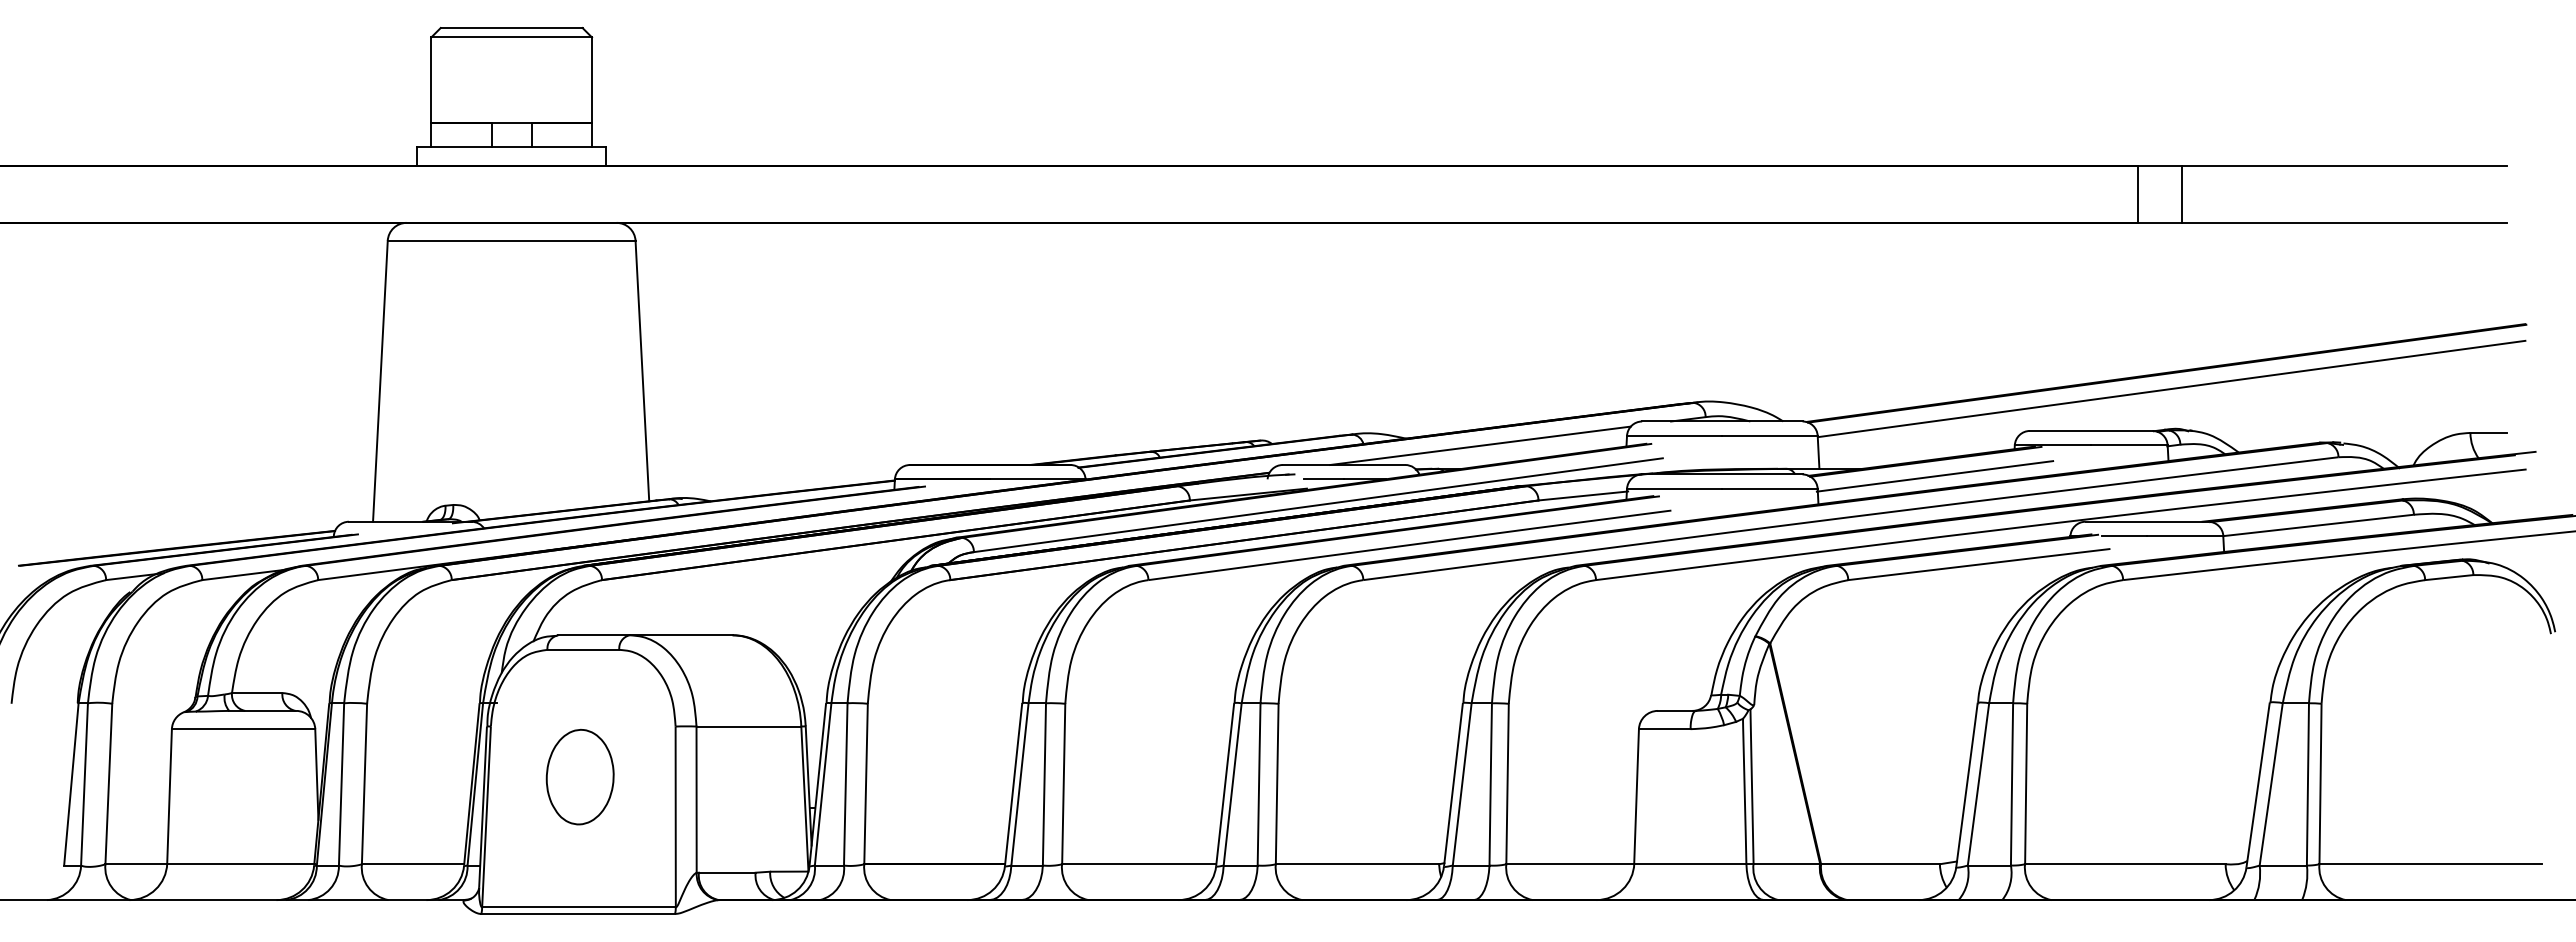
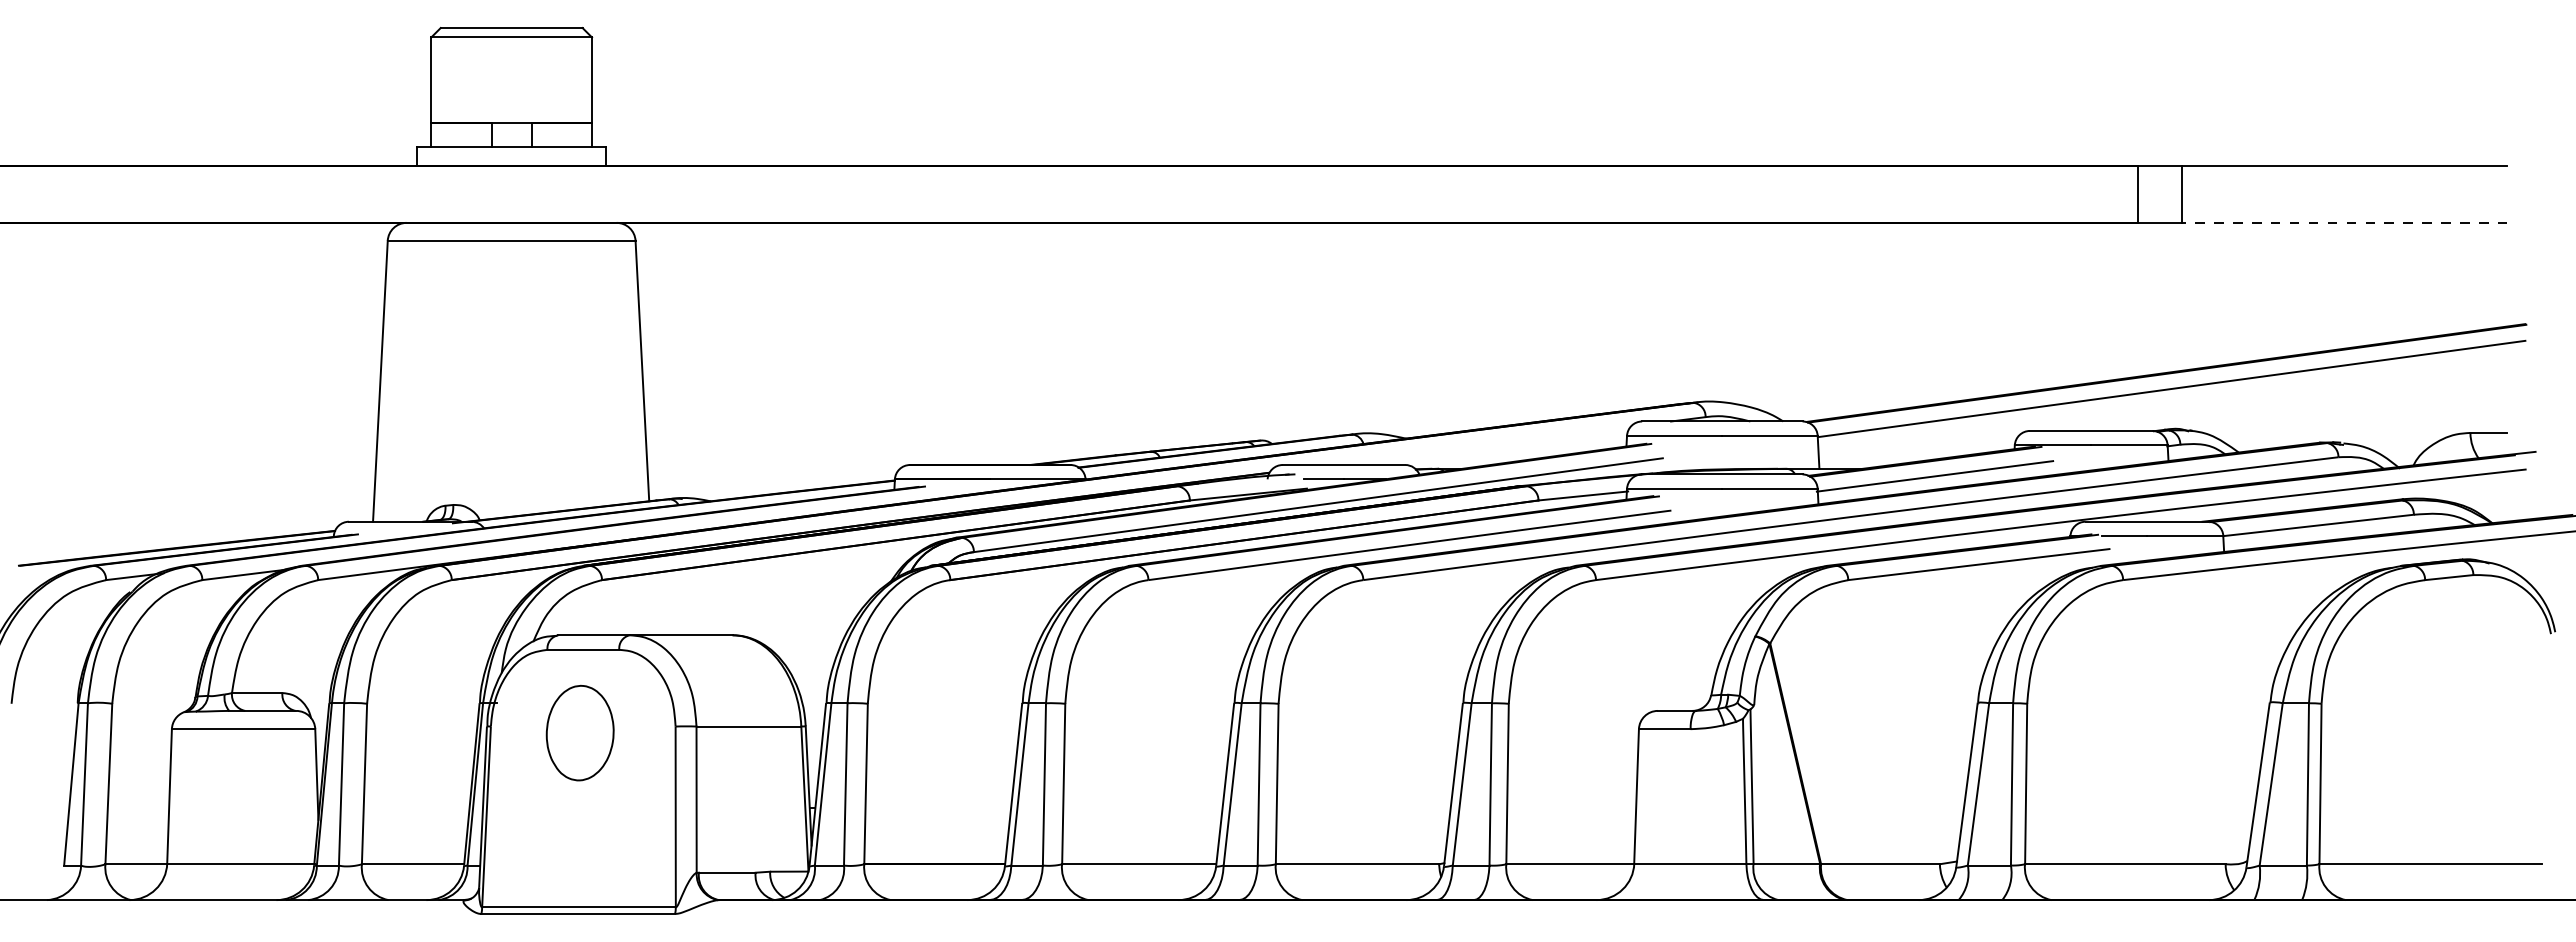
line at (2344, 222): solid -> dashed
line at (1480, 445): present -> none
part at (579, 776) position: (579, 776) -> (579, 732)
